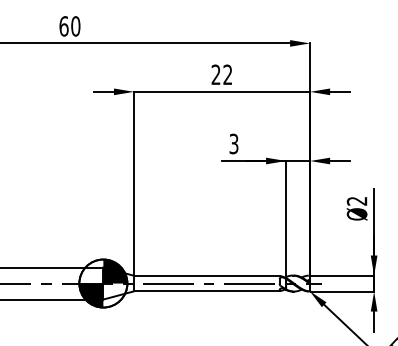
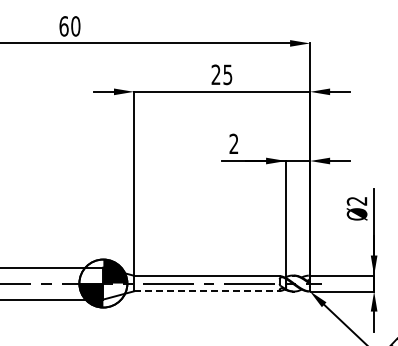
text at (227, 74): 22 -> 25
text at (233, 144): 3 -> 2
line at (206, 291): solid -> dashed
